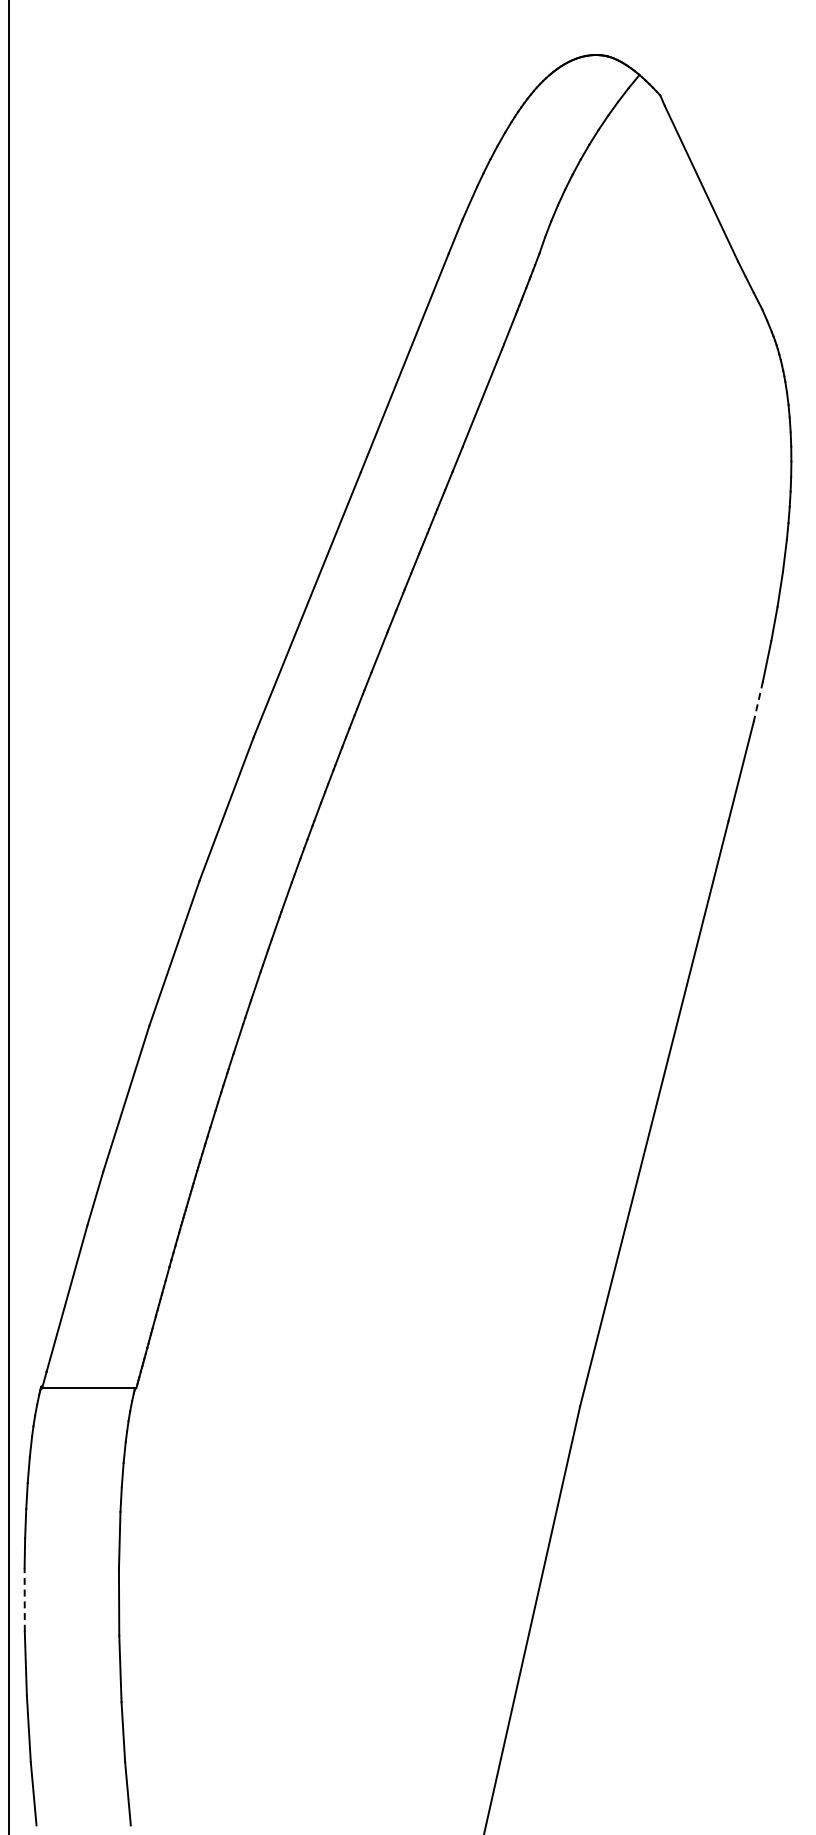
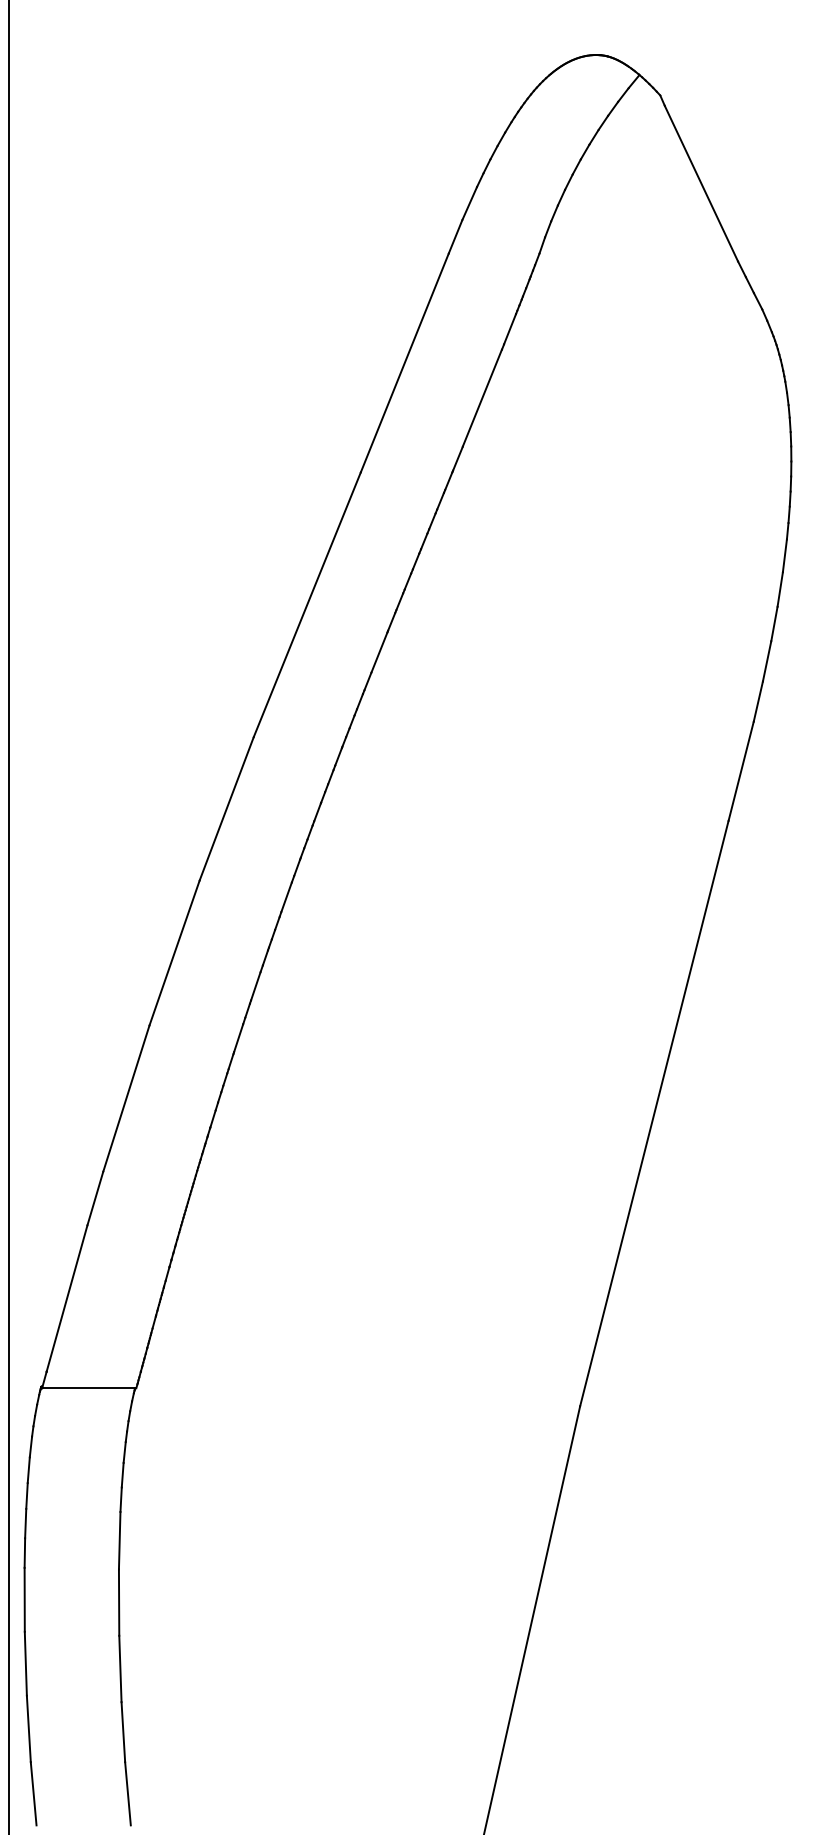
line at (758, 701): dashed -> solid
line at (24, 1599): dashed -> solid
